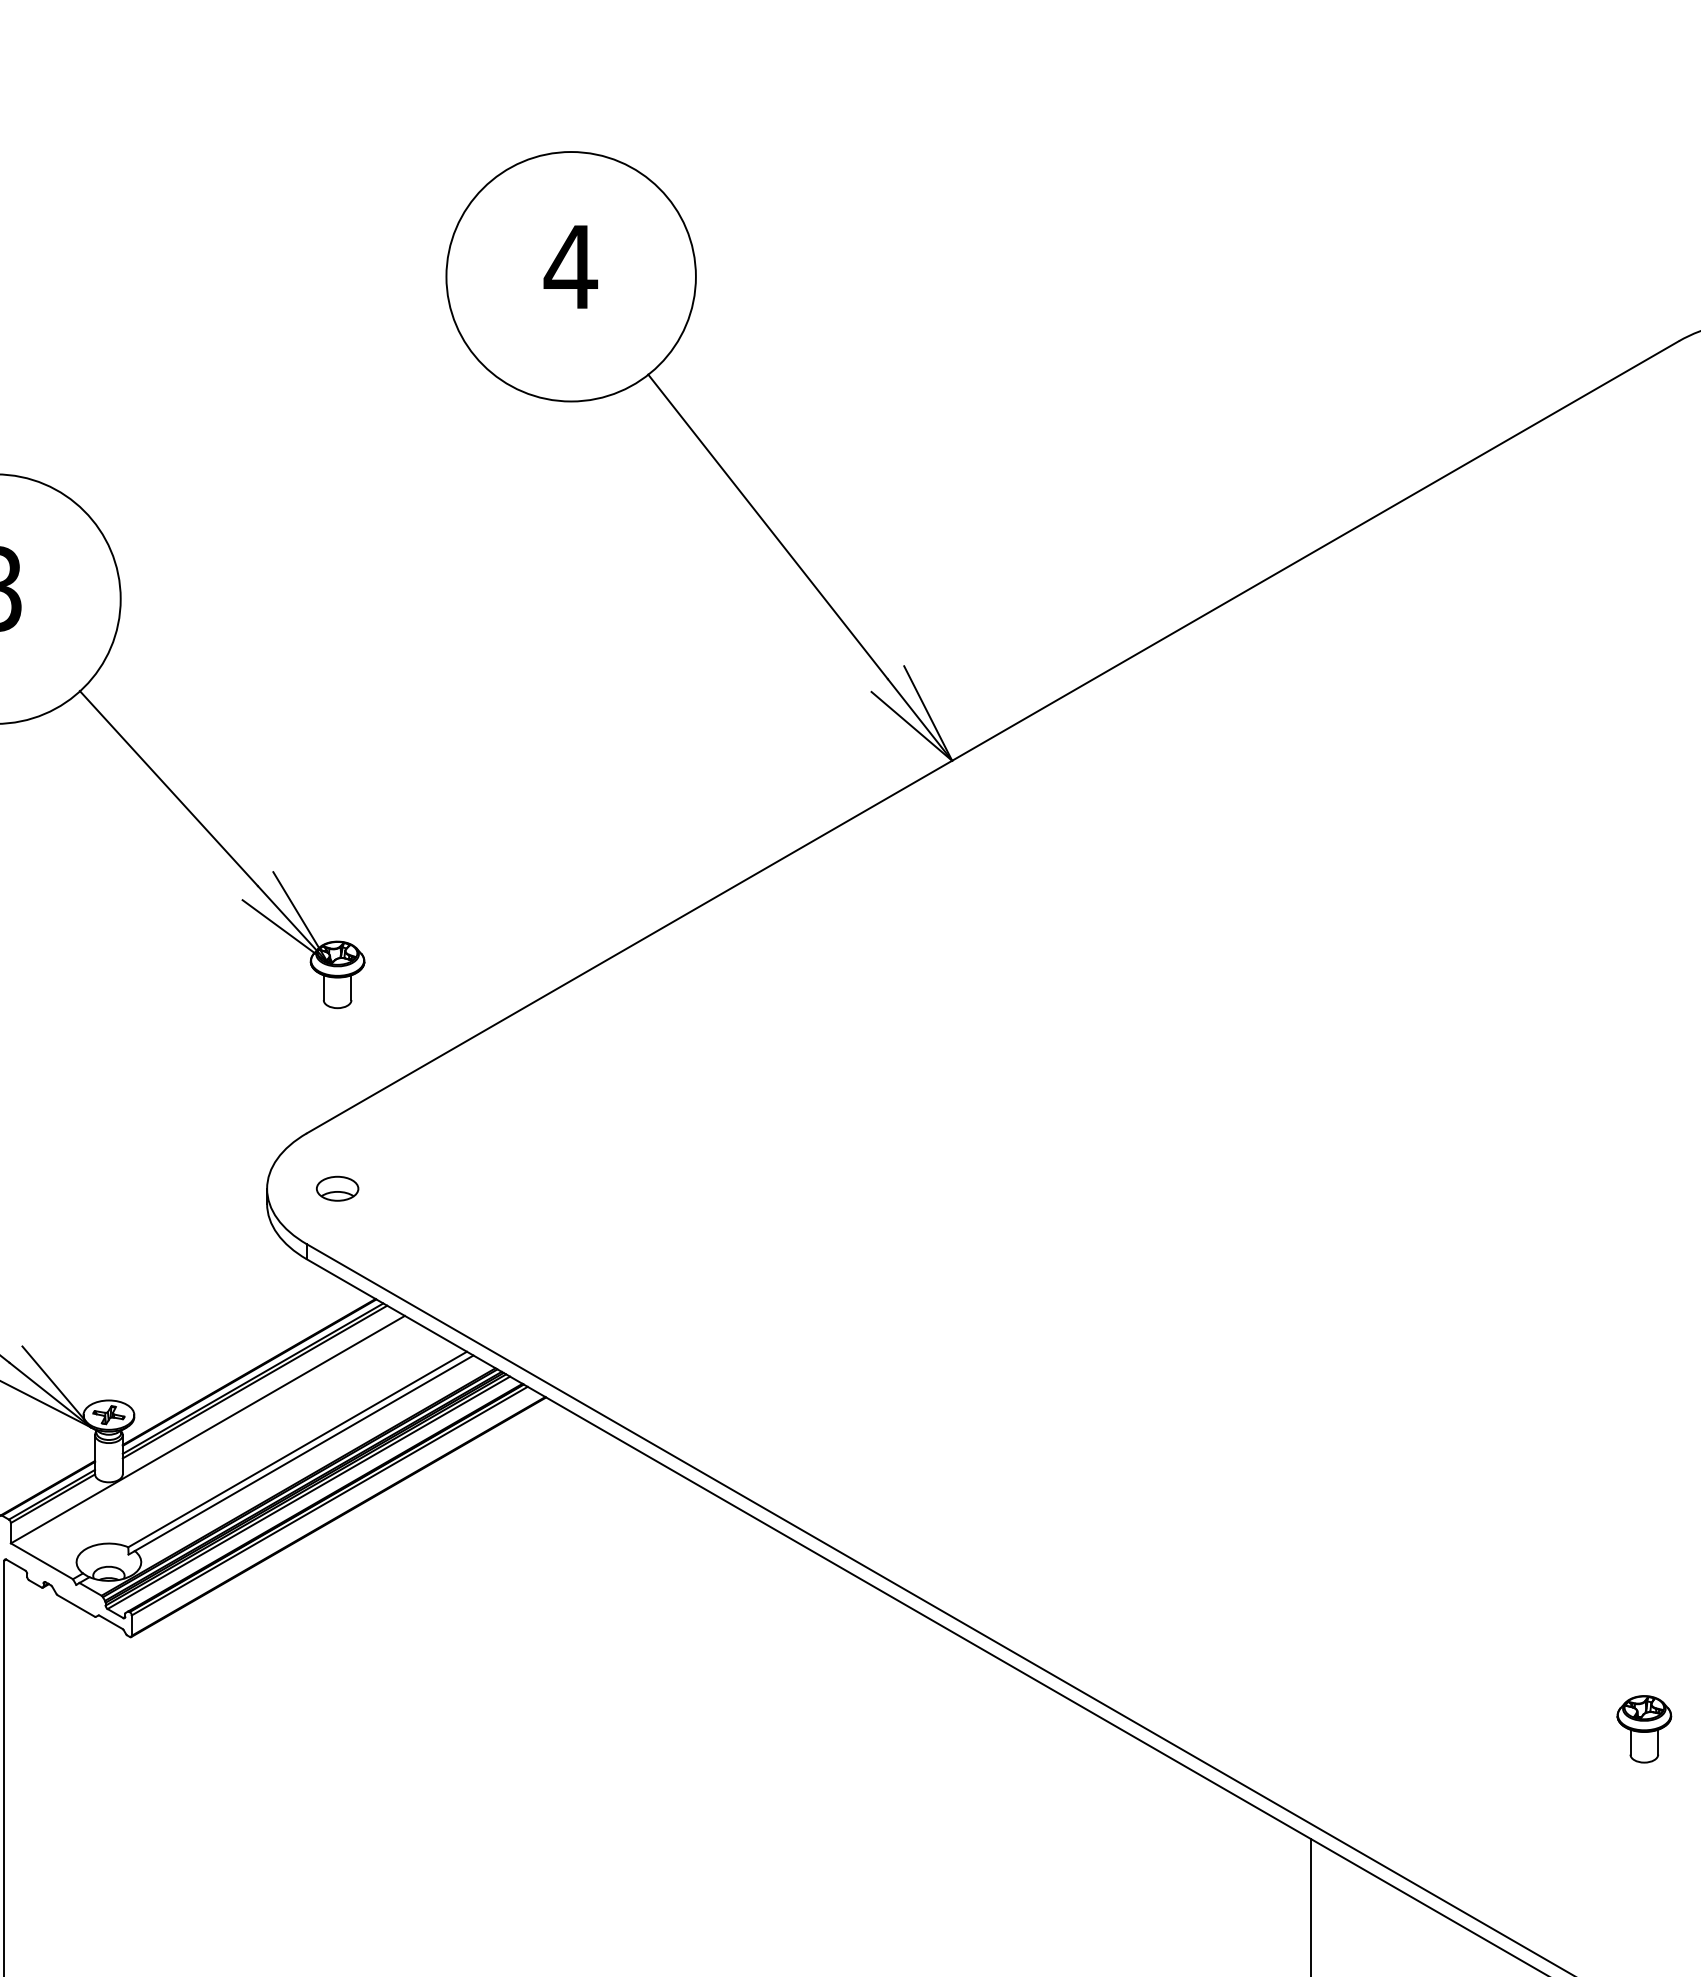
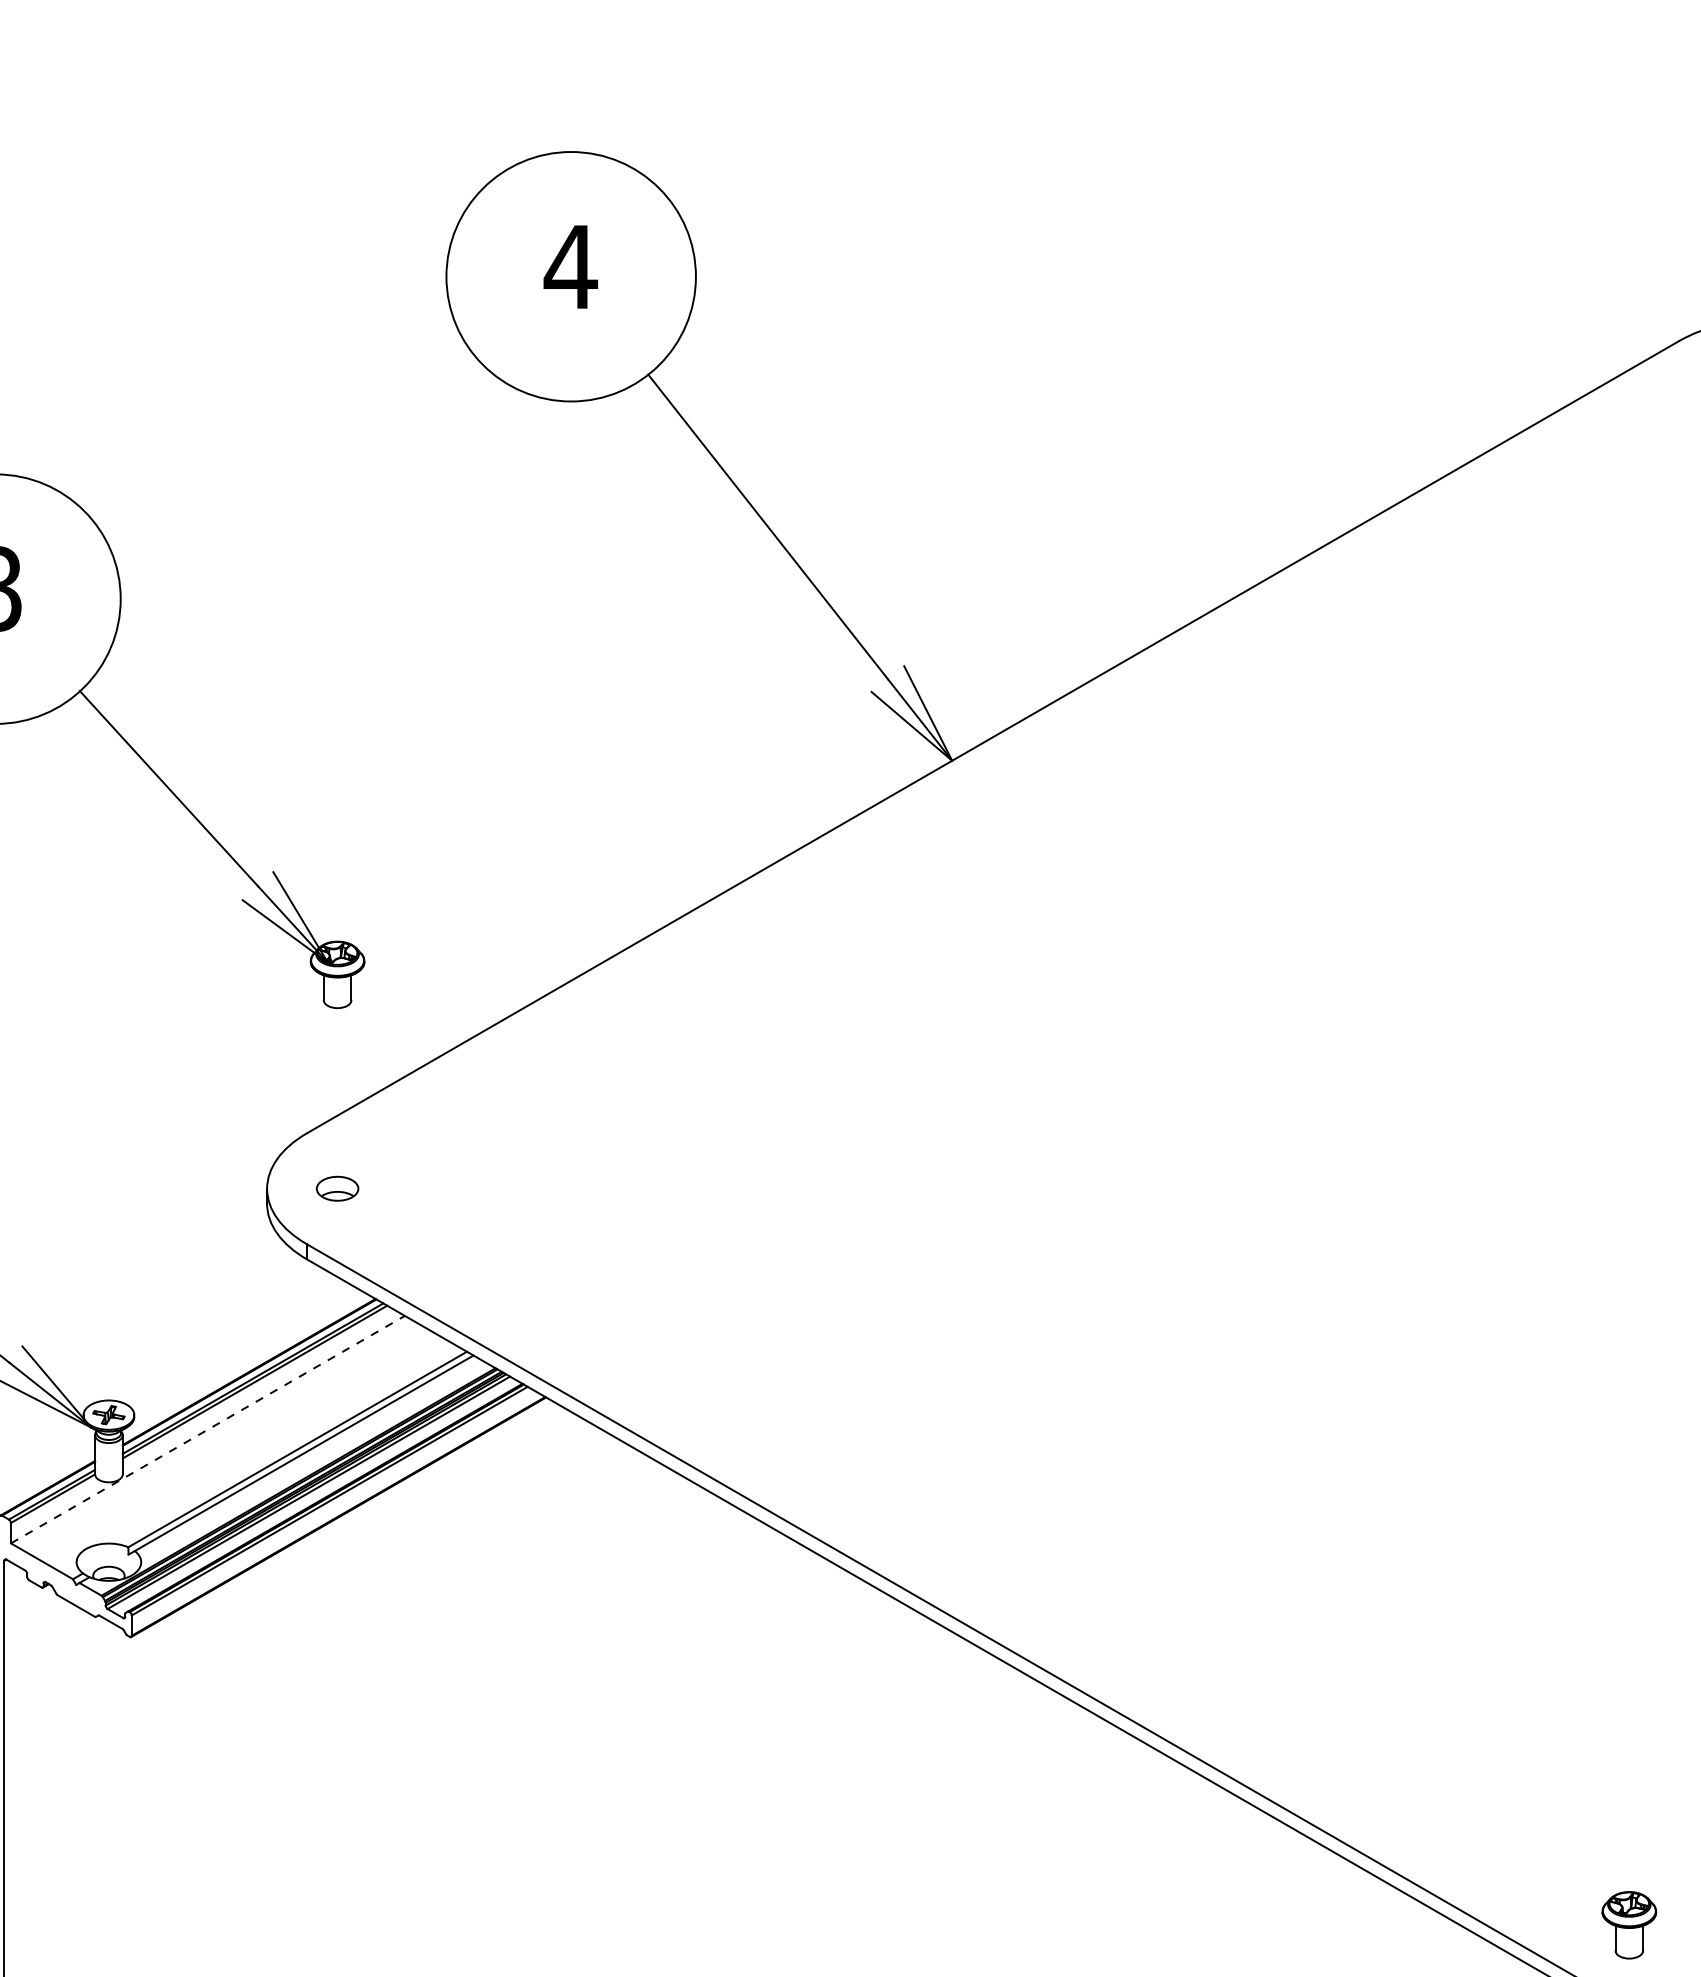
line at (208, 1429): solid -> dashed
part at (1644, 1729) position: (1644, 1729) -> (1629, 1925)
line at (1311, 1906): present -> none
